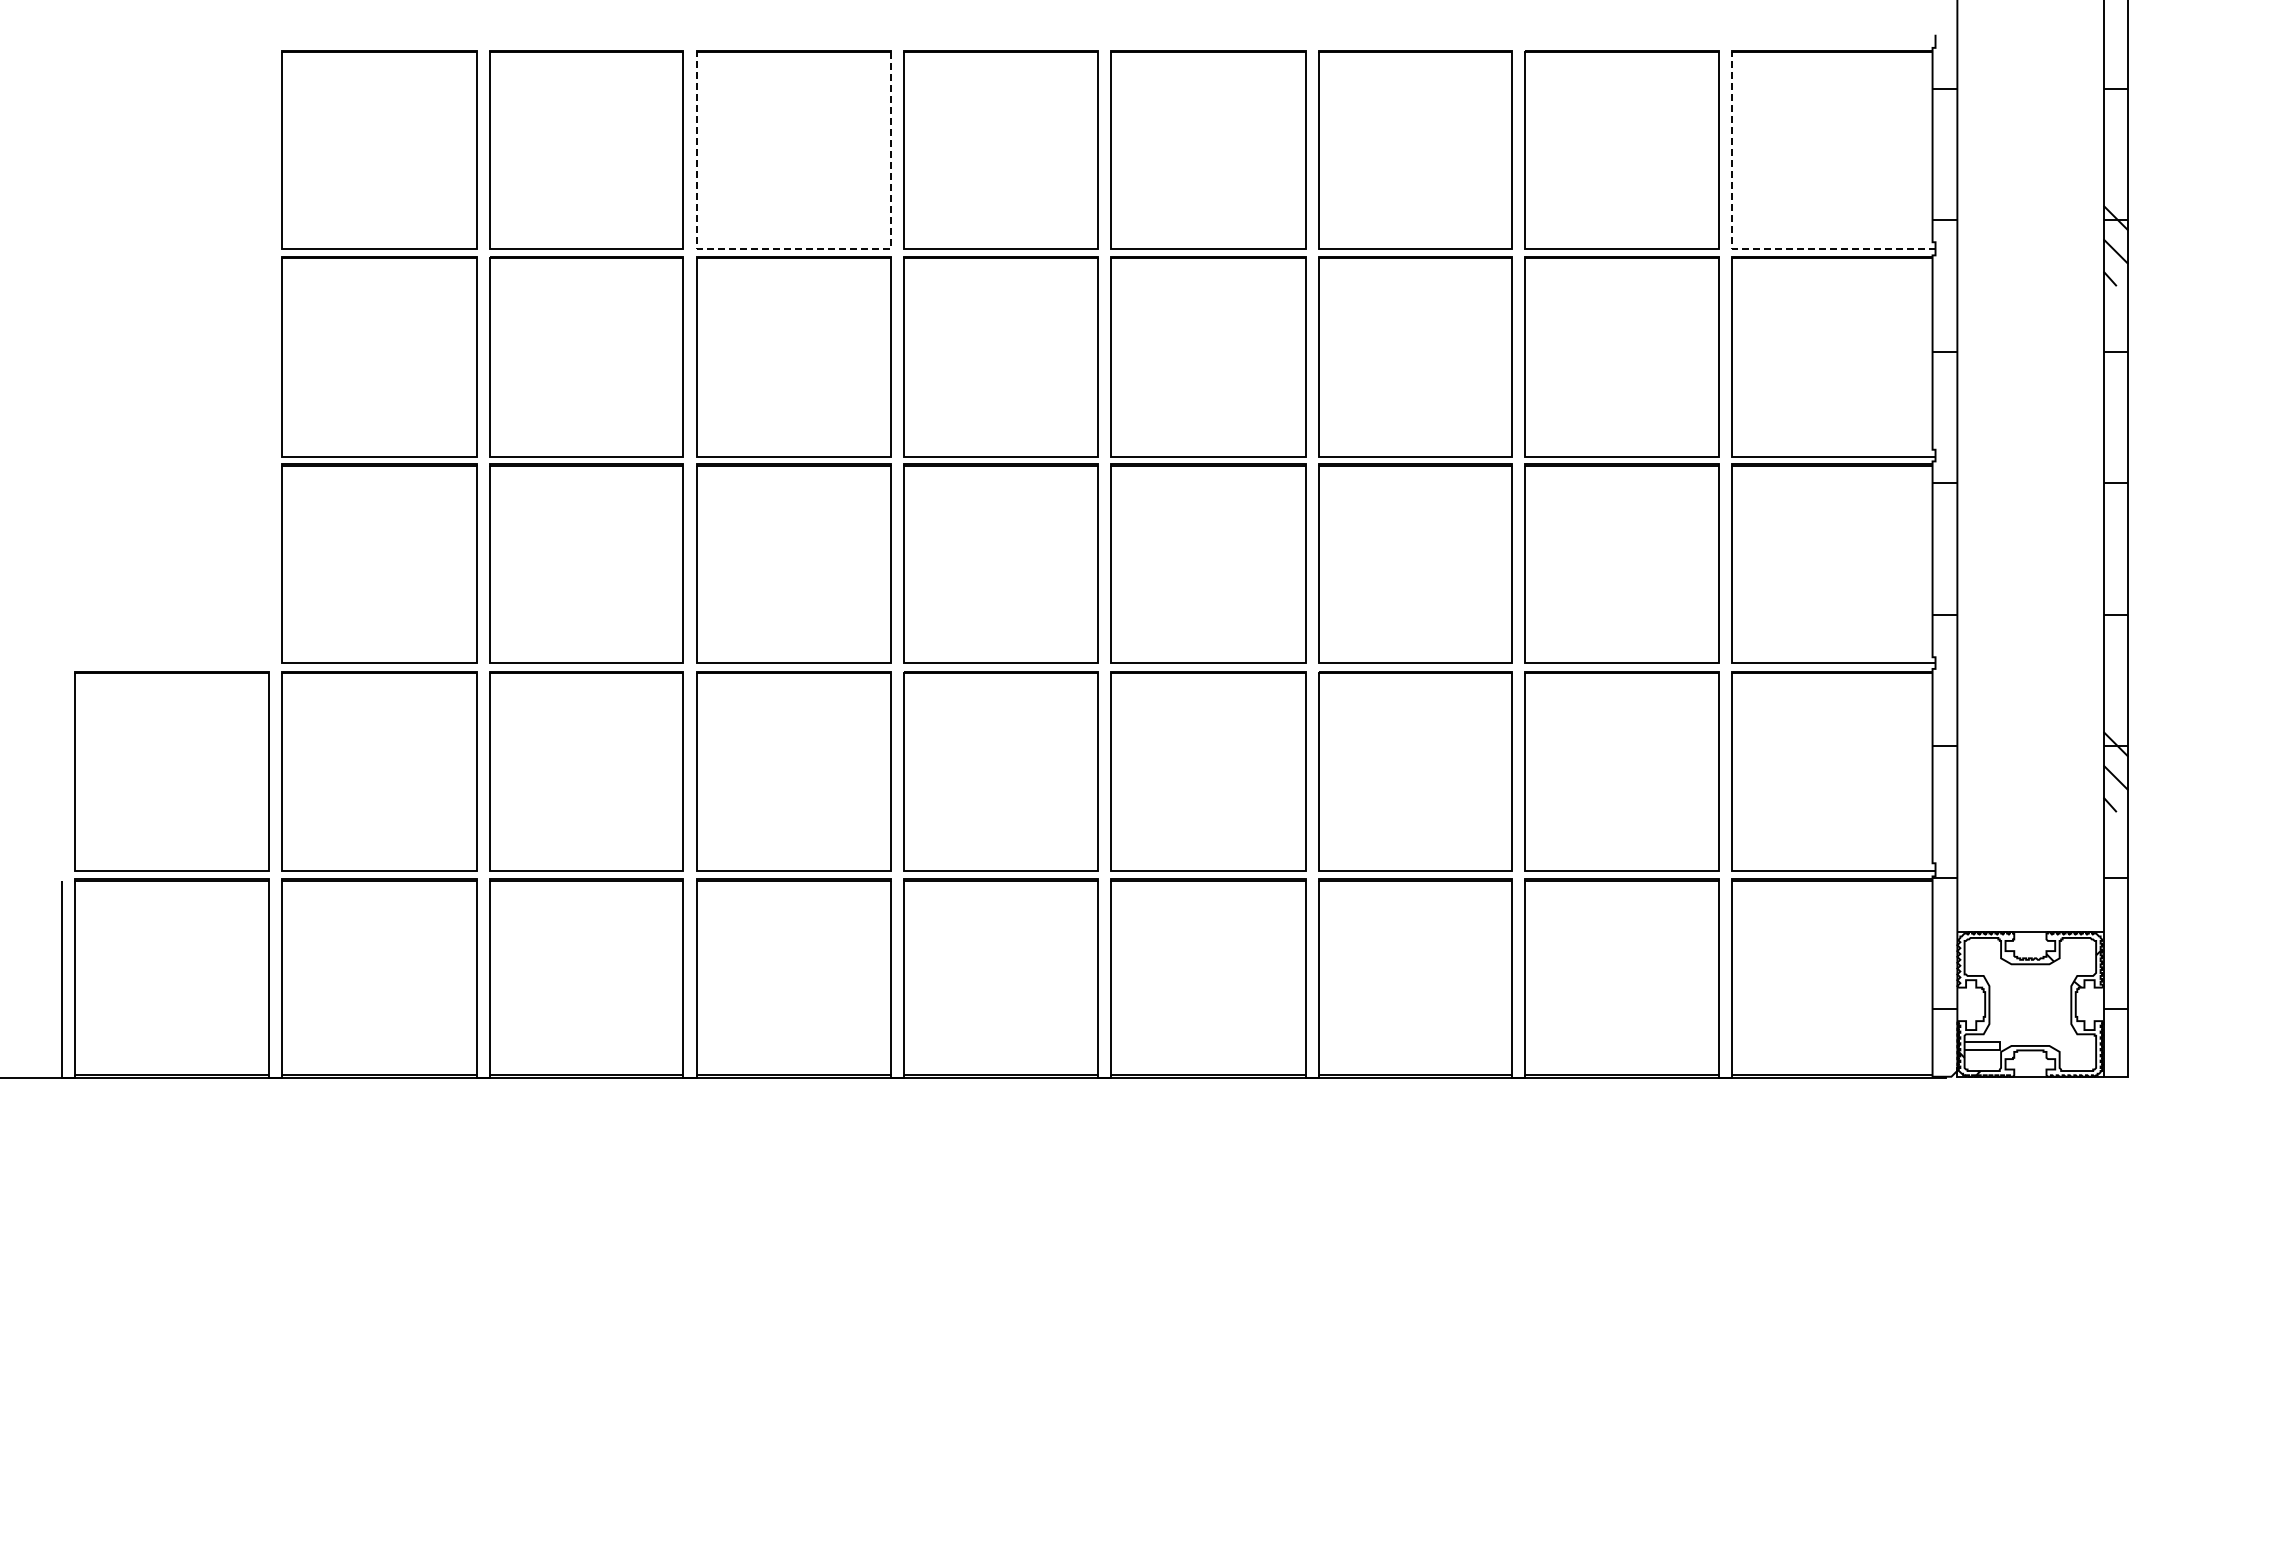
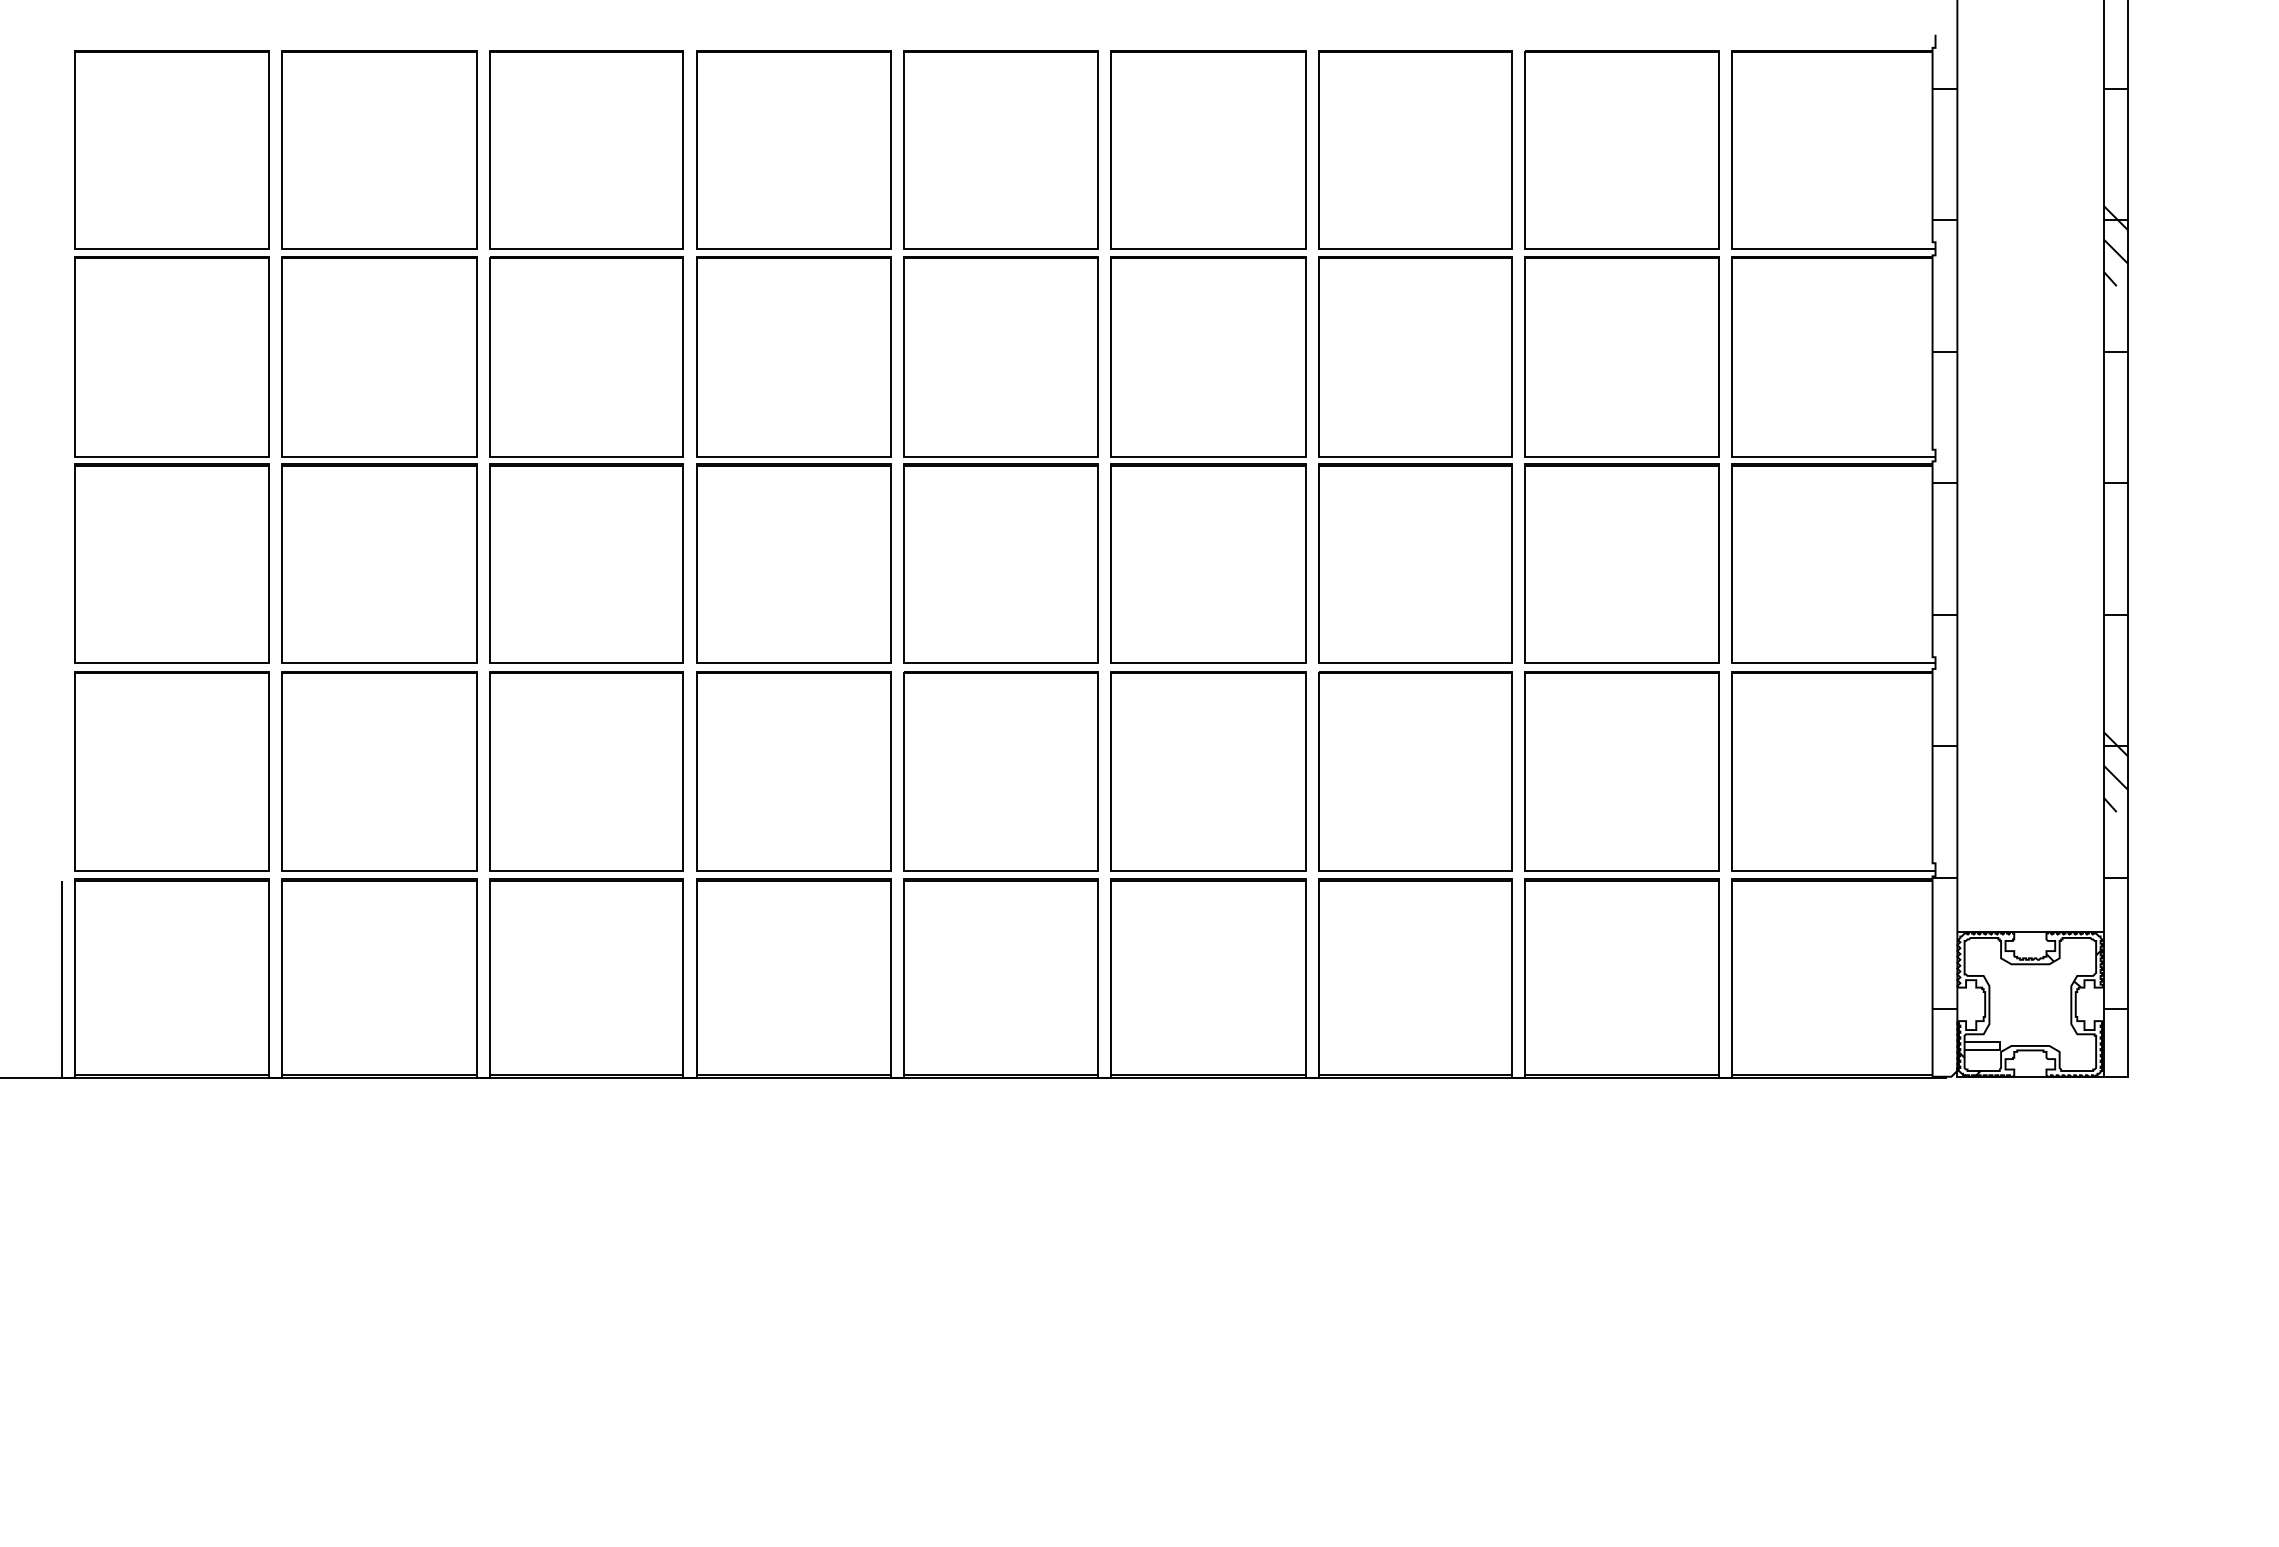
line at (794, 249): dashed -> solid
line at (1734, 249): dashed -> solid
part at (171, 356): none -> present
